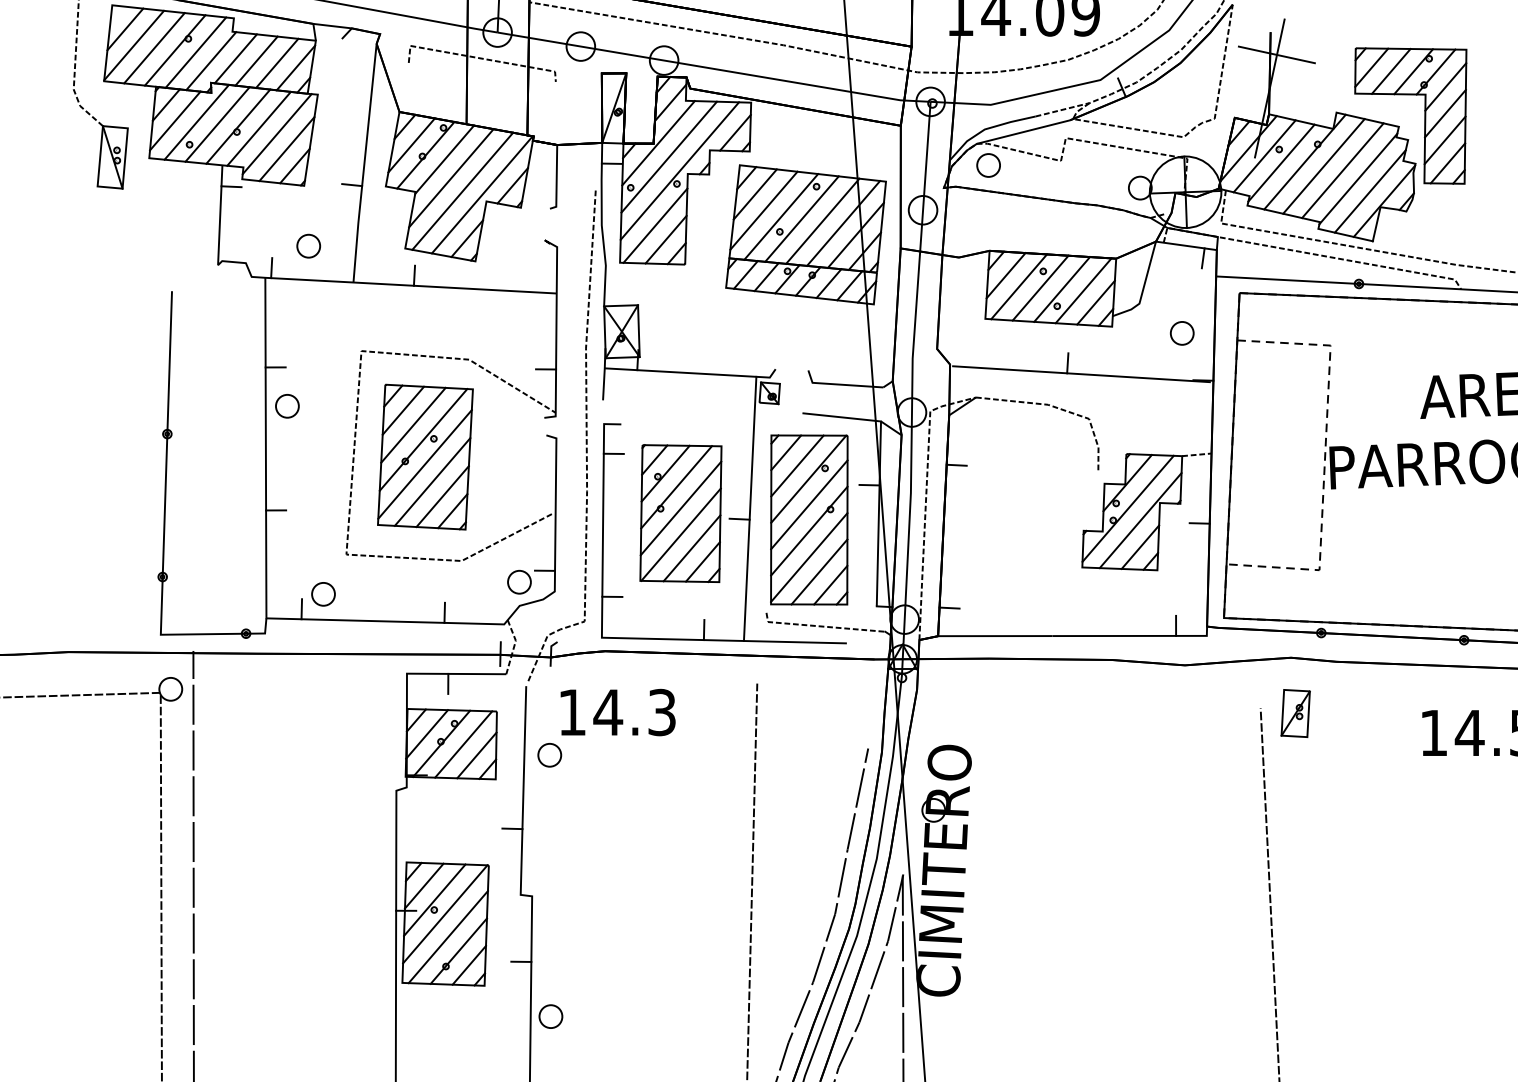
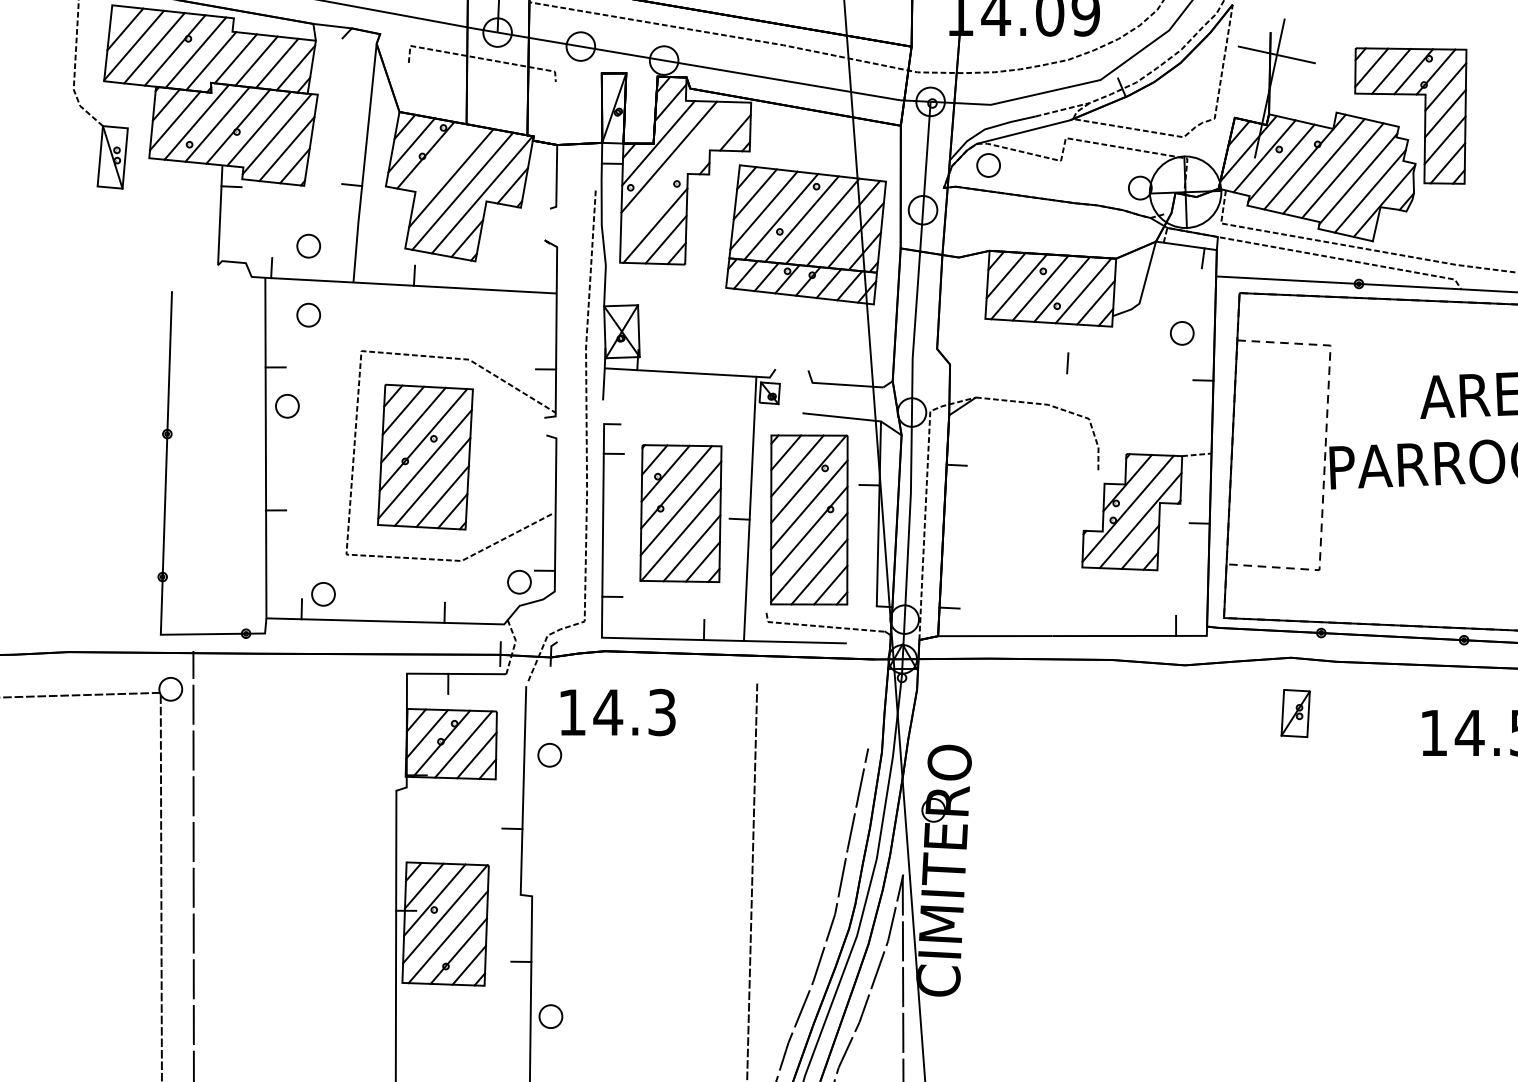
line at (444, 159): present -> none
line at (679, 170): present -> none
part at (308, 314): none -> present
line at (1081, 374): present -> none
line at (1269, 893): present -> none
